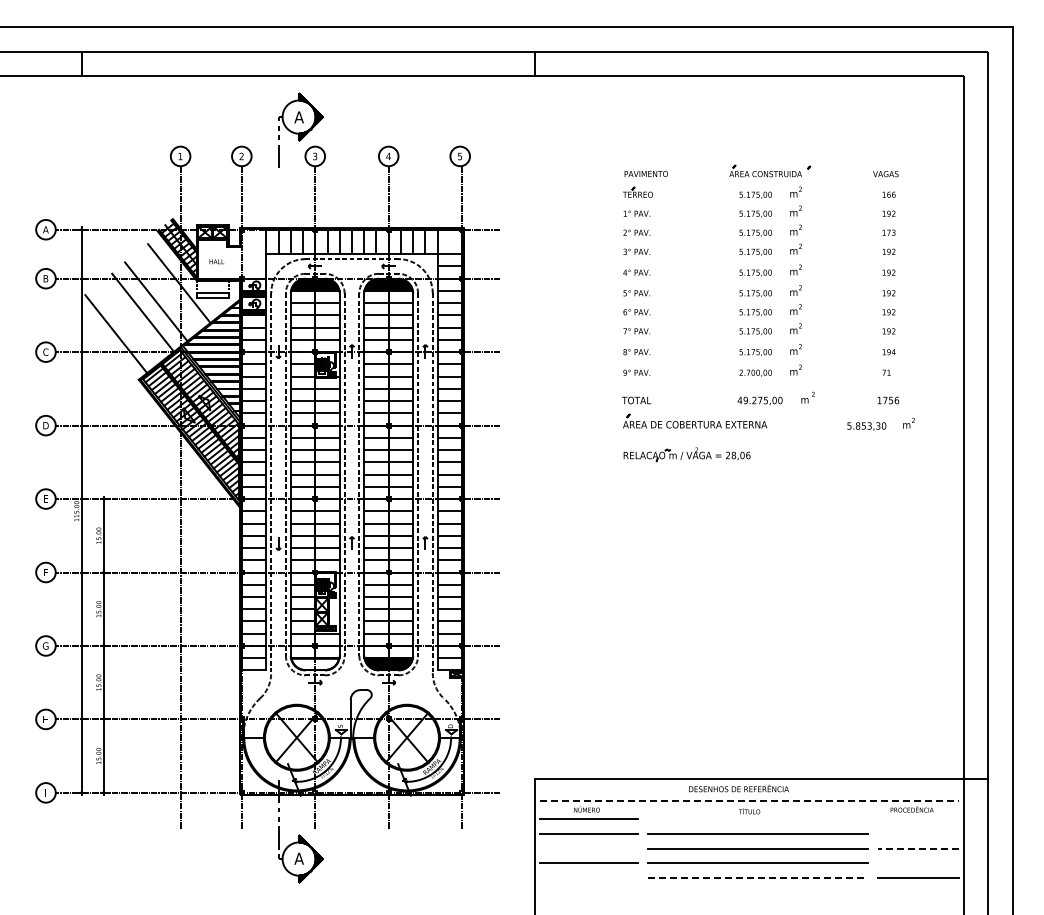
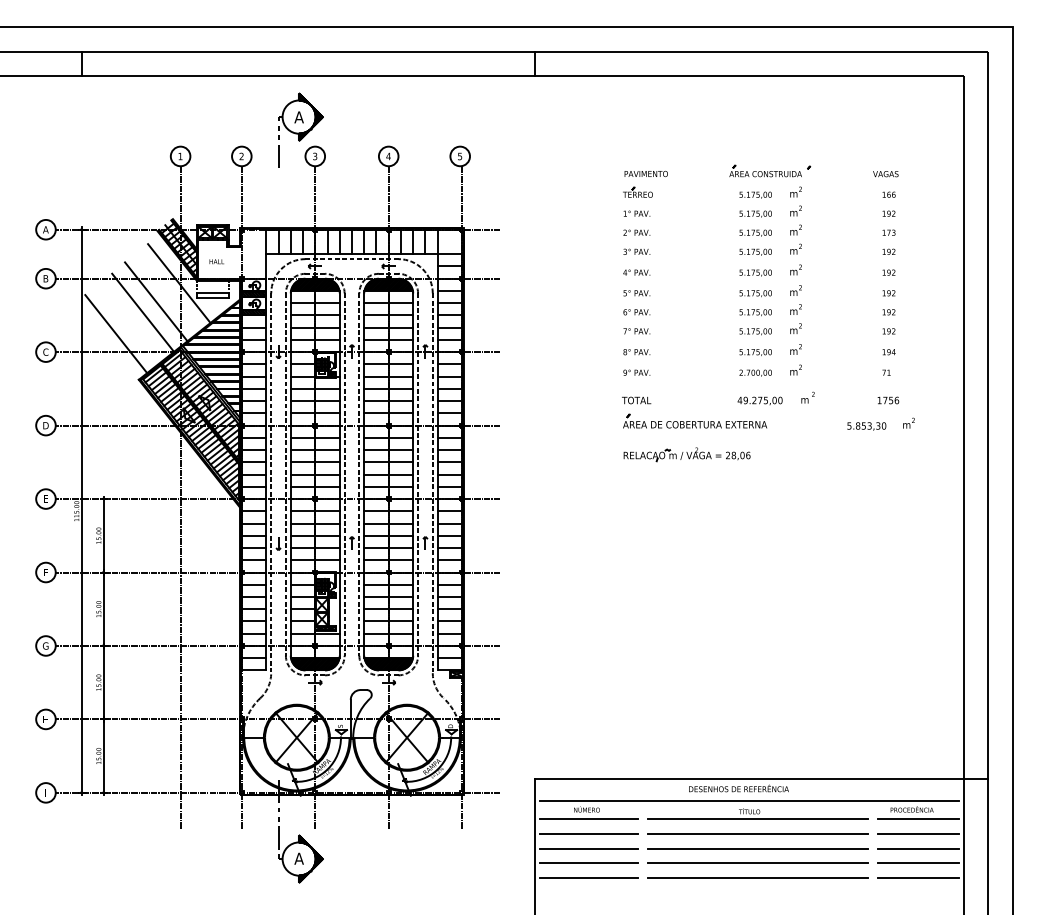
hatch at (314, 664): none -> present
line at (749, 800): dashed -> solid
line at (757, 819): none -> present
line at (918, 819): none -> present
line at (918, 834): none -> present
line at (589, 848): none -> present
line at (917, 848): dashed -> solid
line at (918, 863): none -> present
line at (589, 878): none -> present
line at (758, 878): dashed -> solid
